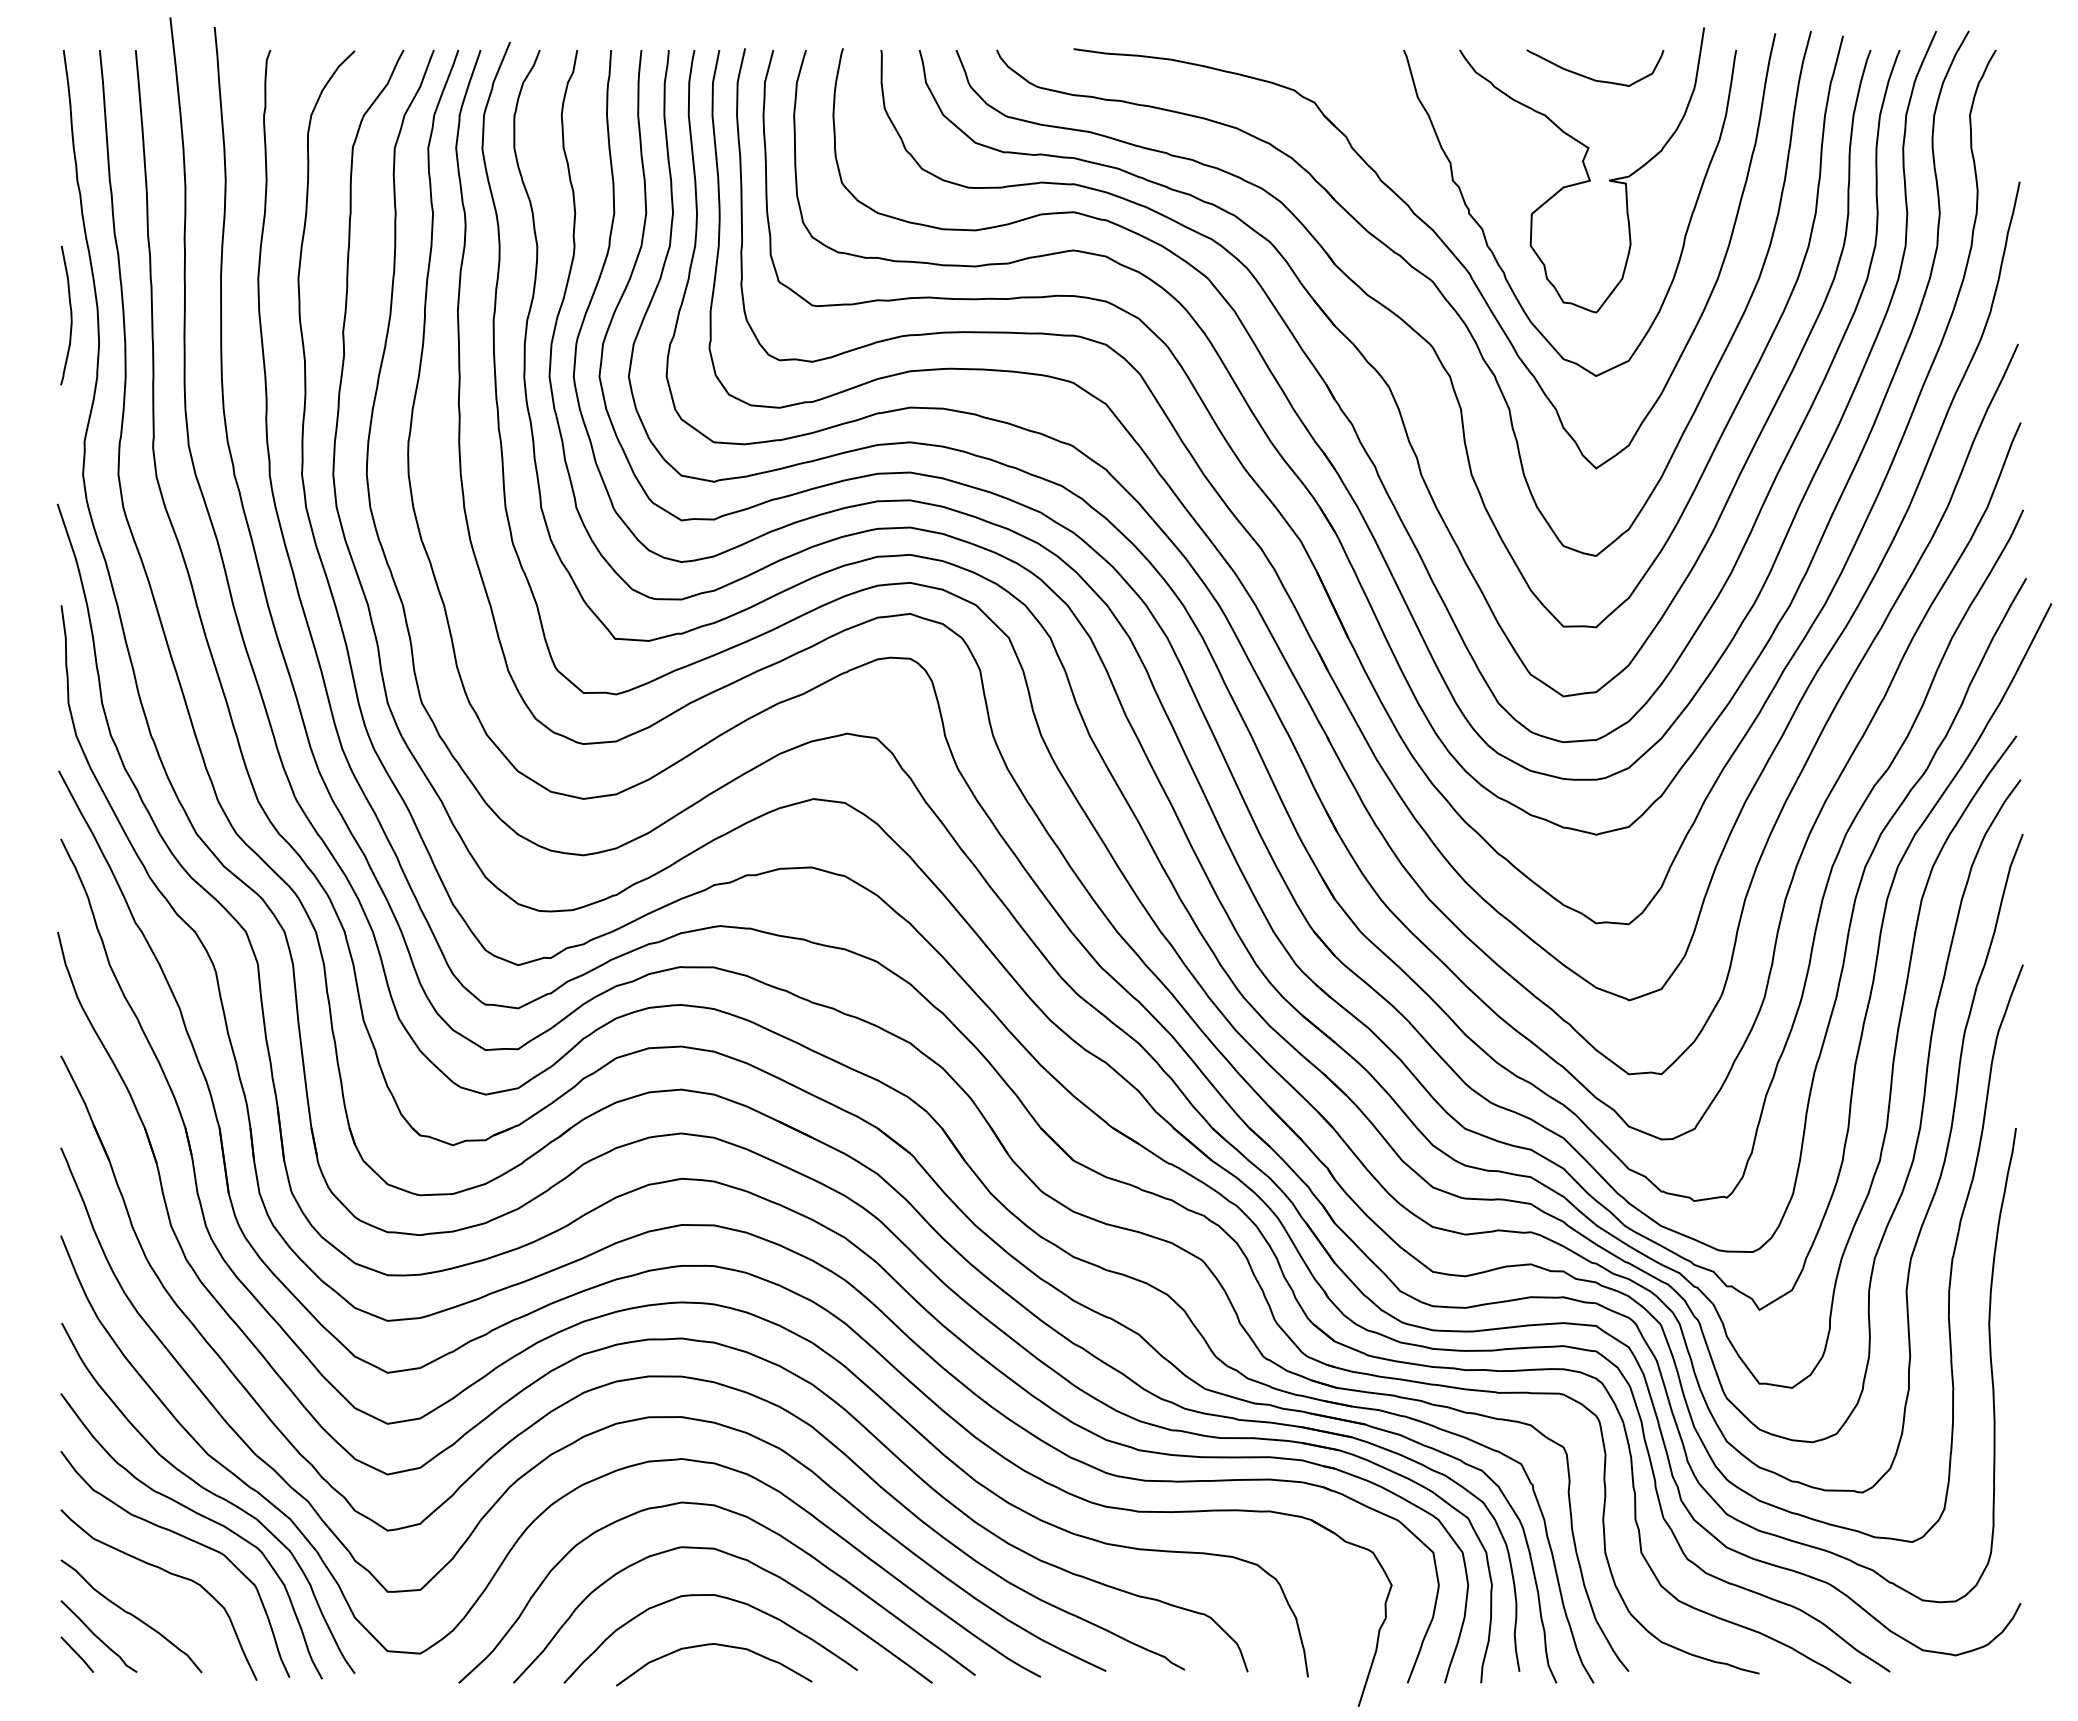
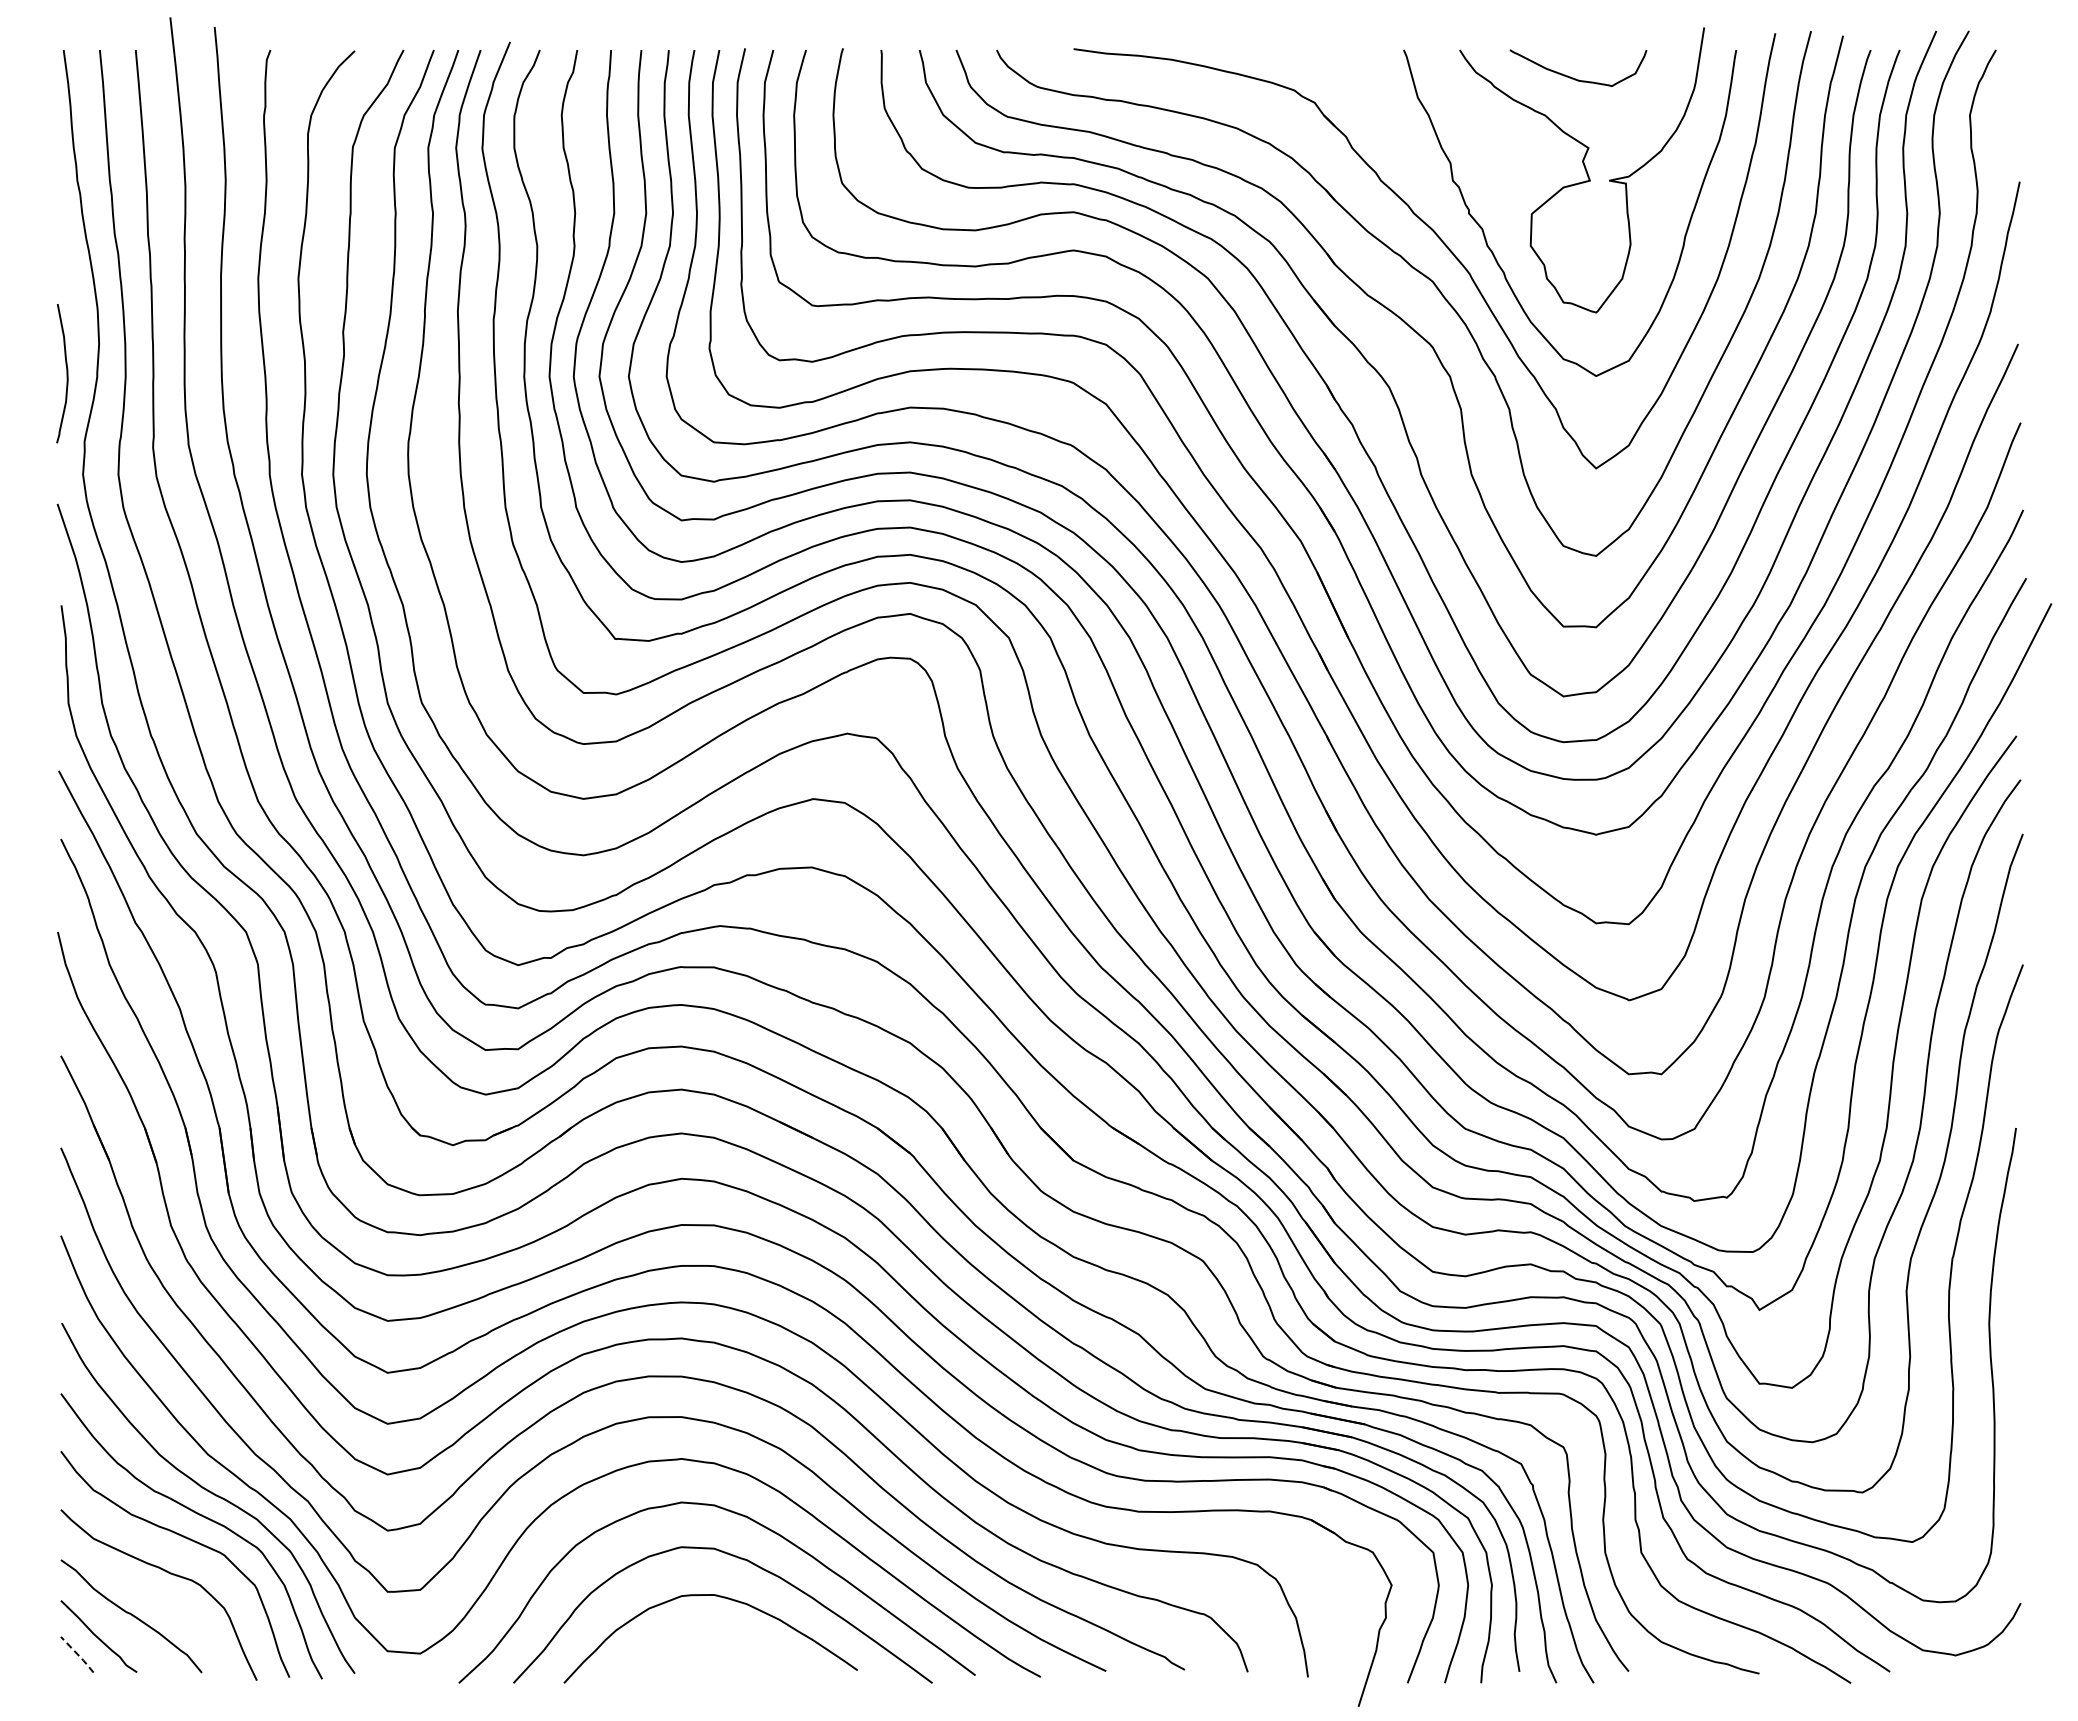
curve at (1590, 77) position: (1590, 77) -> (1573, 77)
curve at (70, 315) position: (70, 315) -> (66, 373)
curve at (716, 1645): present -> none
line at (78, 1654): solid -> dashed
